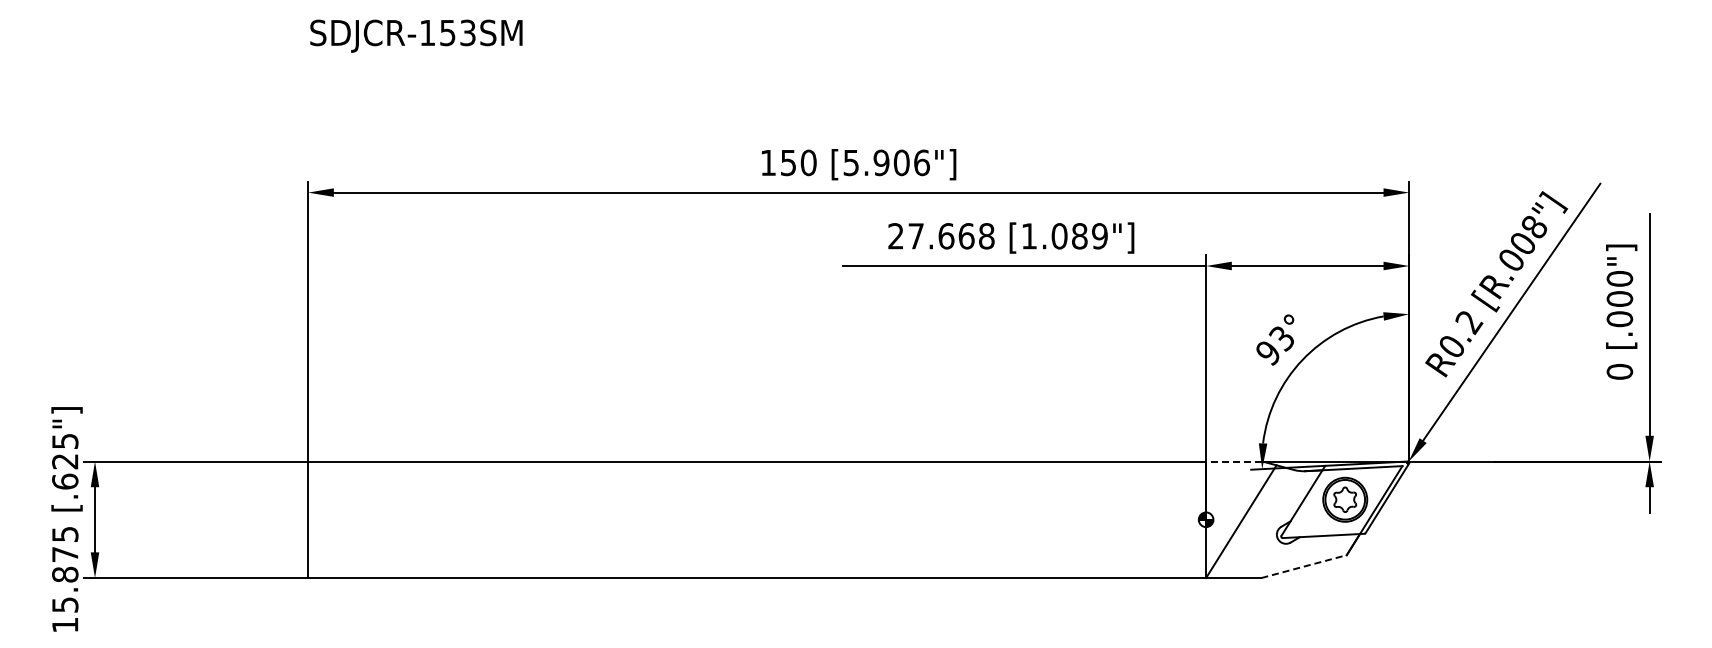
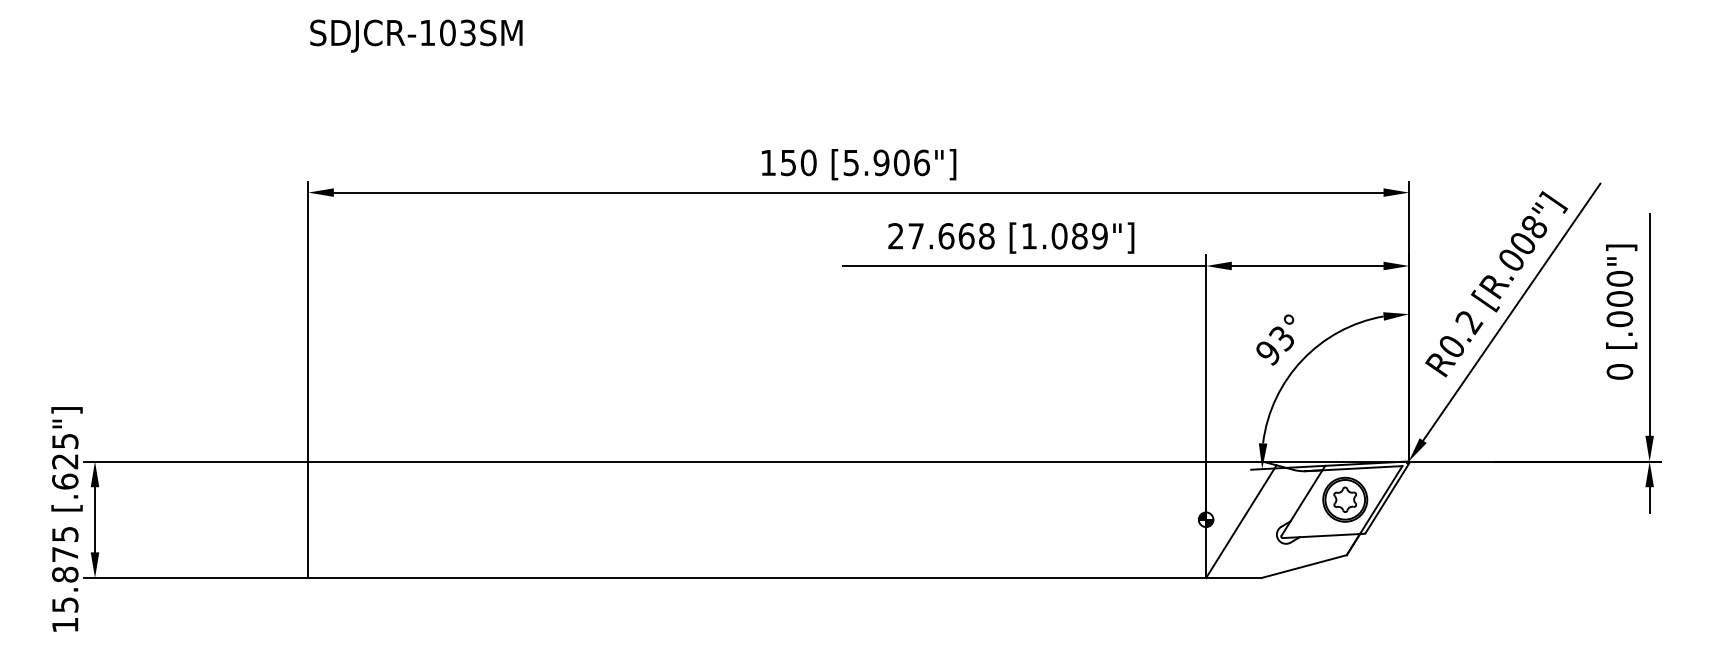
text at (447, 32): SDJCR-153SM -> SDJCR-103SM
line at (1233, 461): dashed -> solid
line at (1304, 566): dashed -> solid
